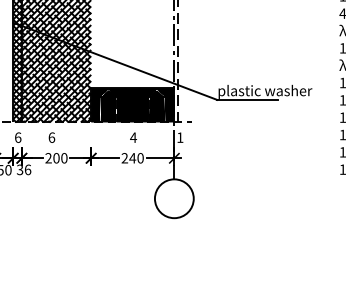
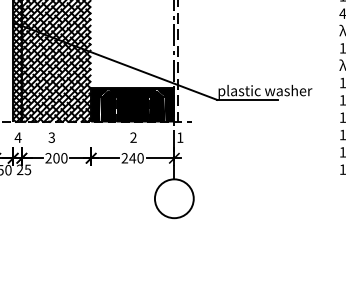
text at (17, 137): 6 -> 4
text at (51, 137): 6 -> 3
text at (133, 137): 4 -> 2
text at (23, 169): 36 -> 25
